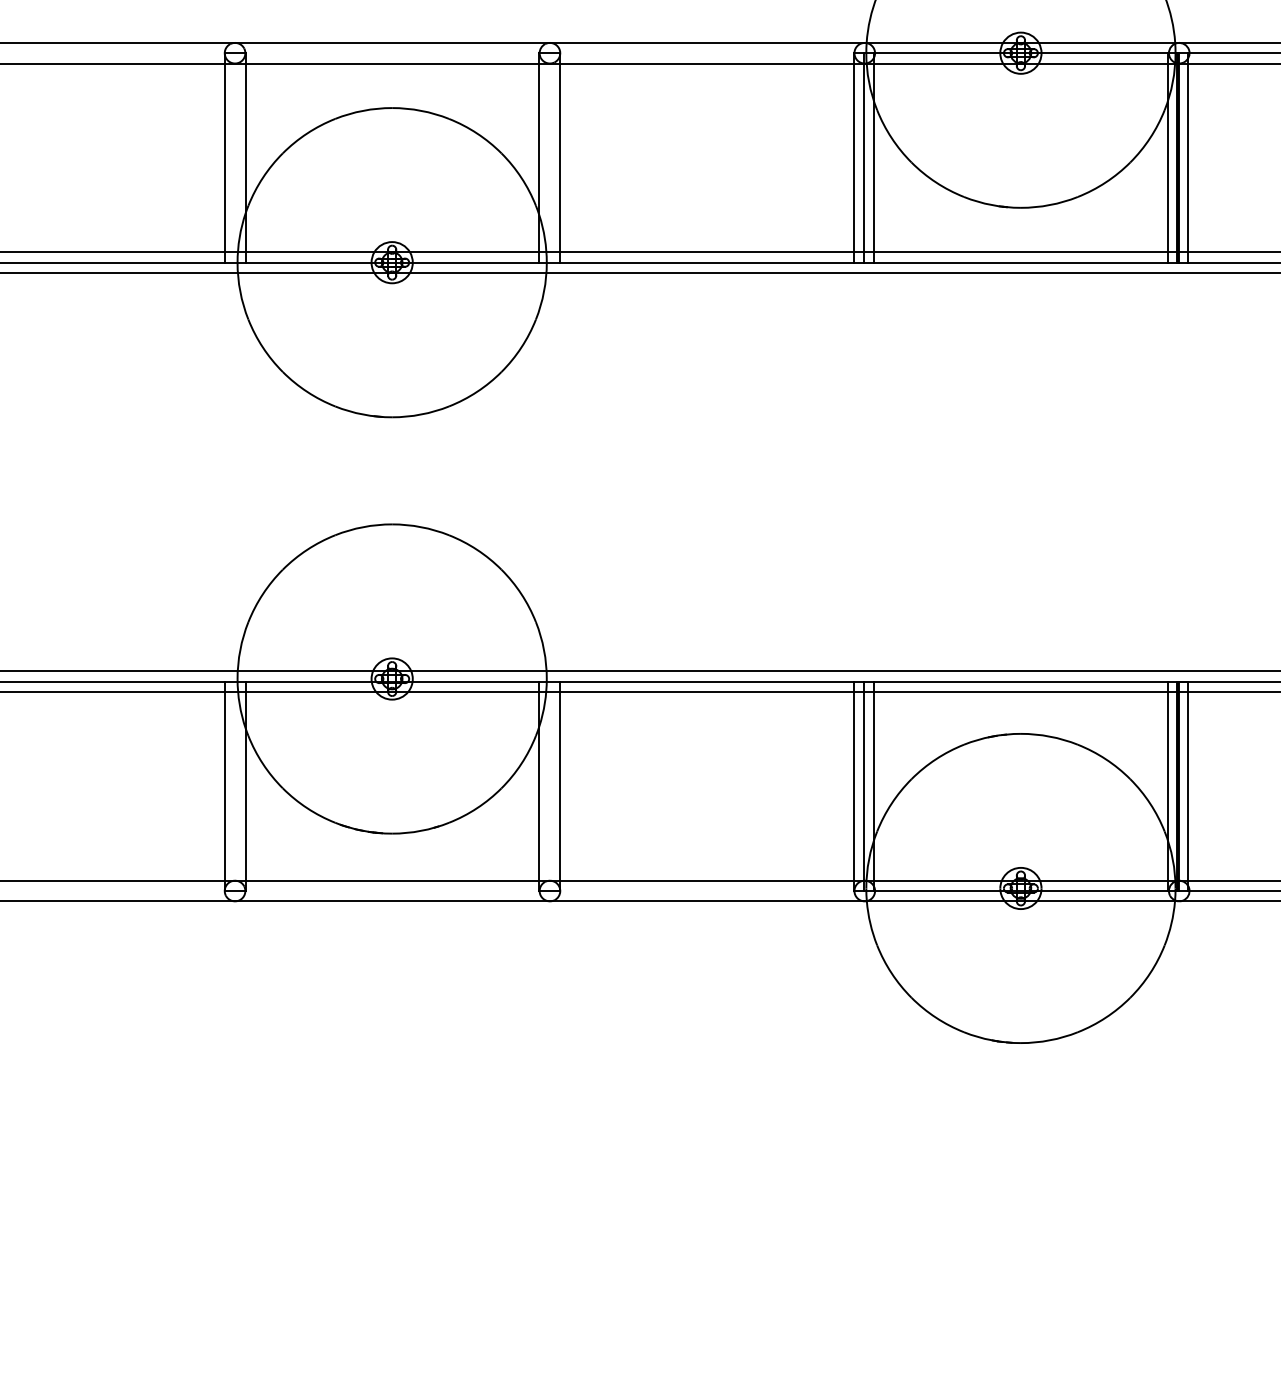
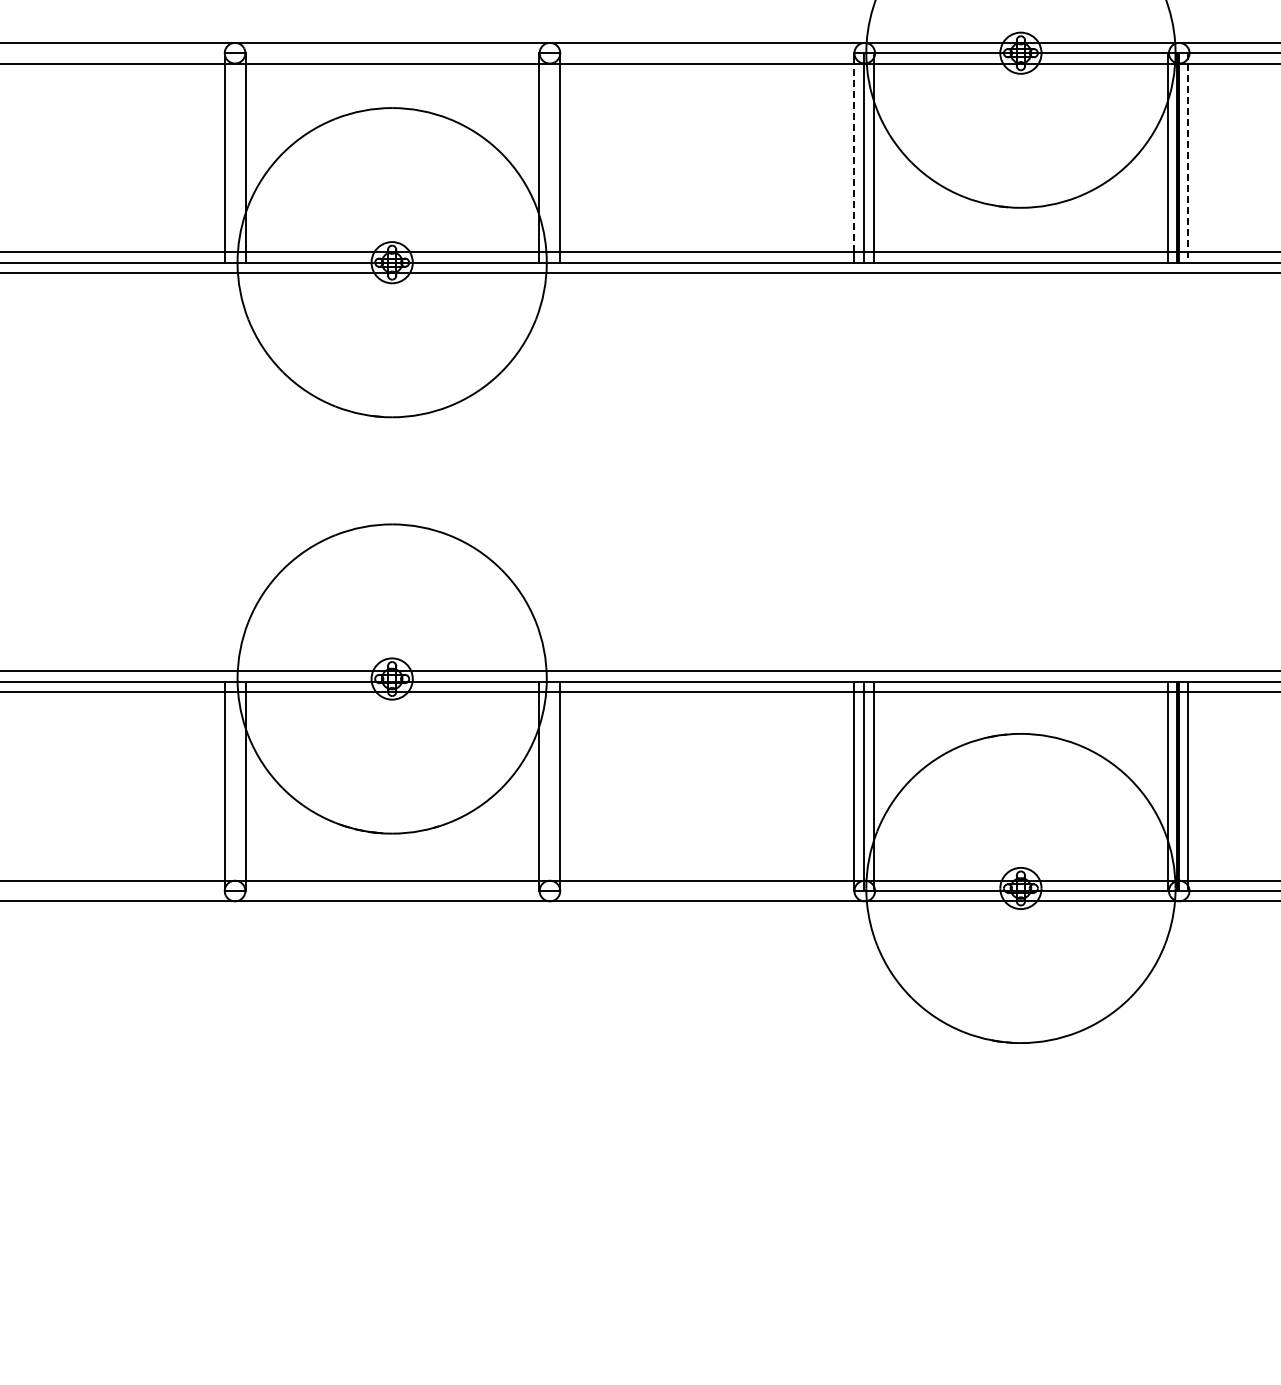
line at (853, 157): solid -> dashed
line at (1188, 157): solid -> dashed
